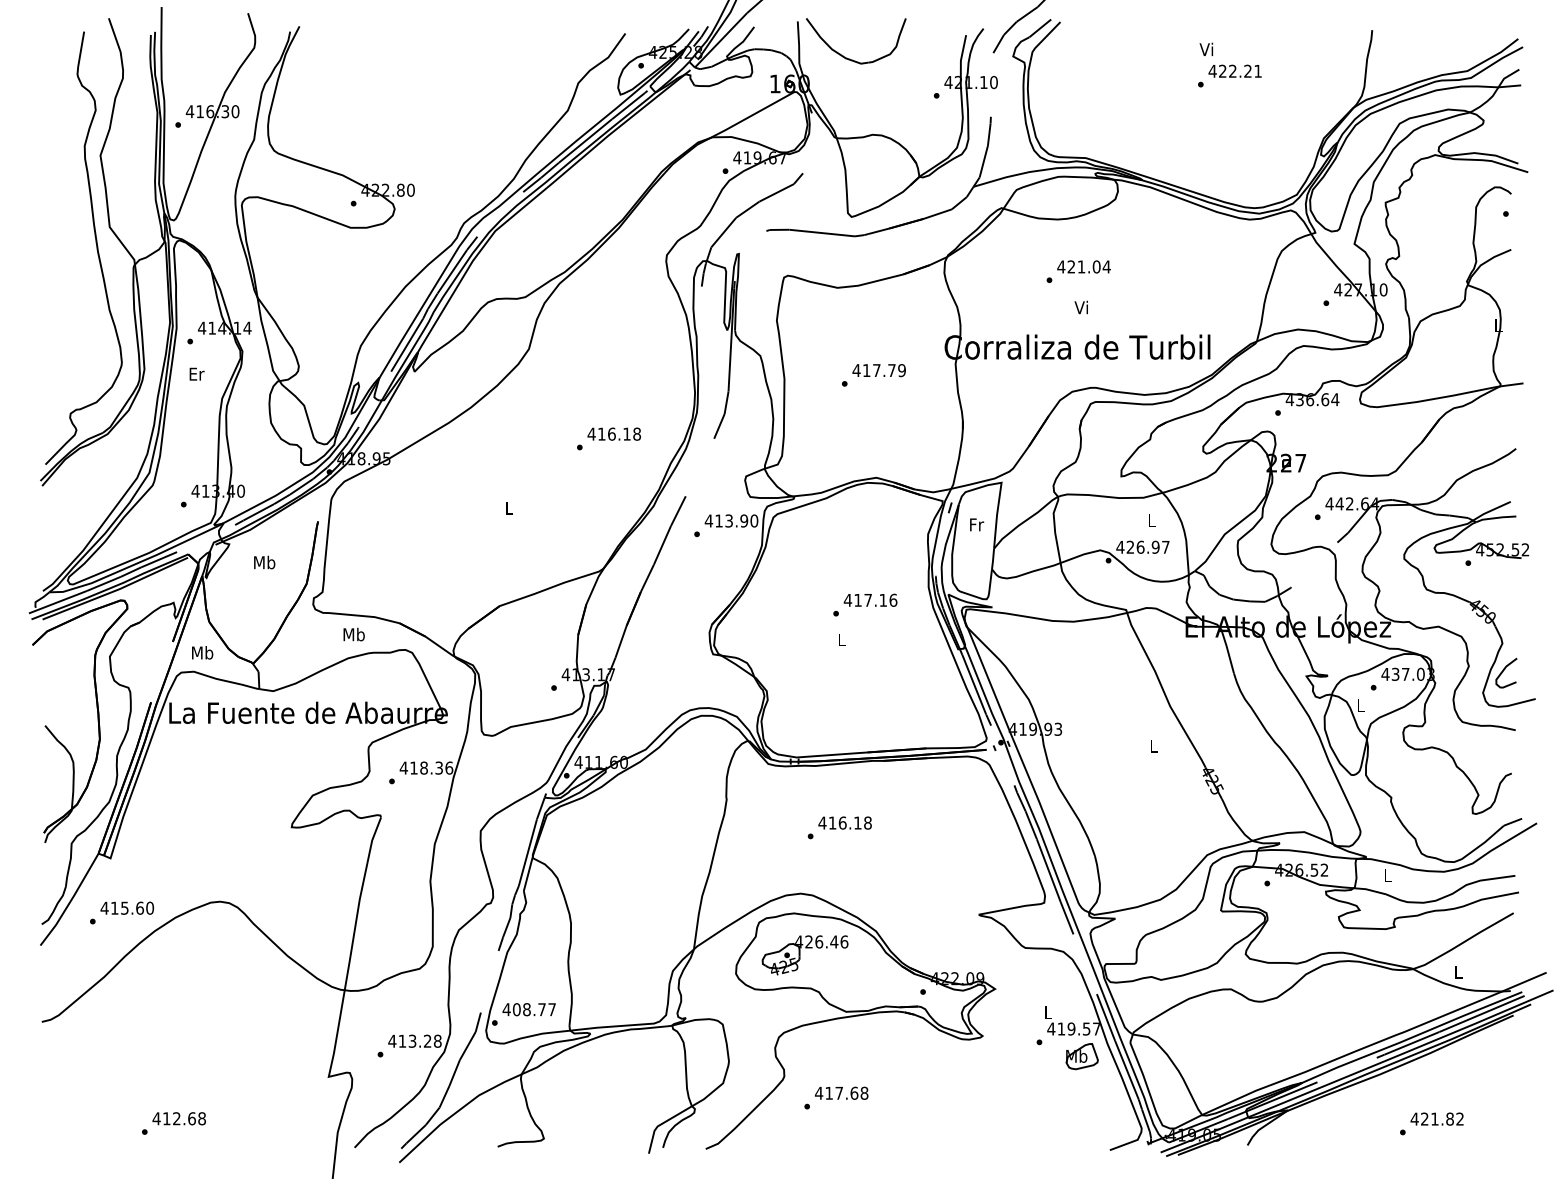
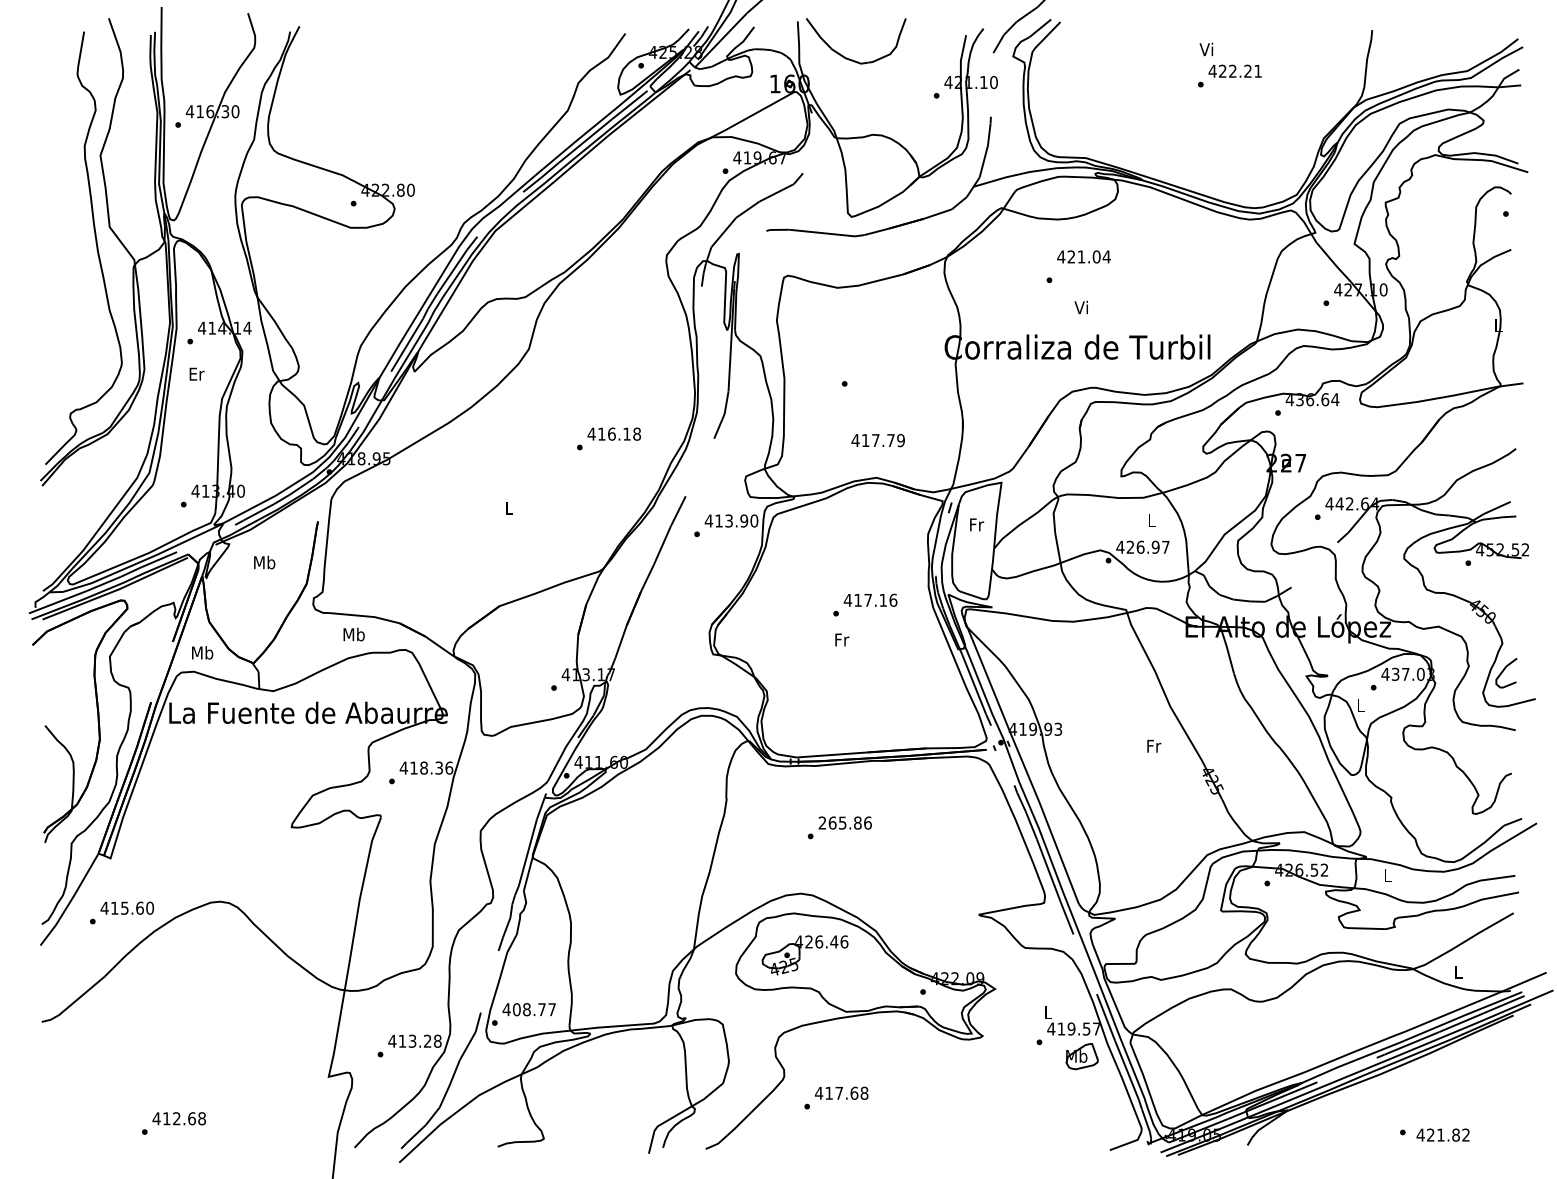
text at (1083, 266) position: (1083, 266) -> (1083, 256)
text at (878, 370) position: (878, 370) -> (877, 440)
text at (842, 639): L -> Fr
text at (1154, 745): L -> Fr
text at (844, 822): 416.18 -> 265.86
text at (1436, 1118) position: (1436, 1118) -> (1442, 1134)
